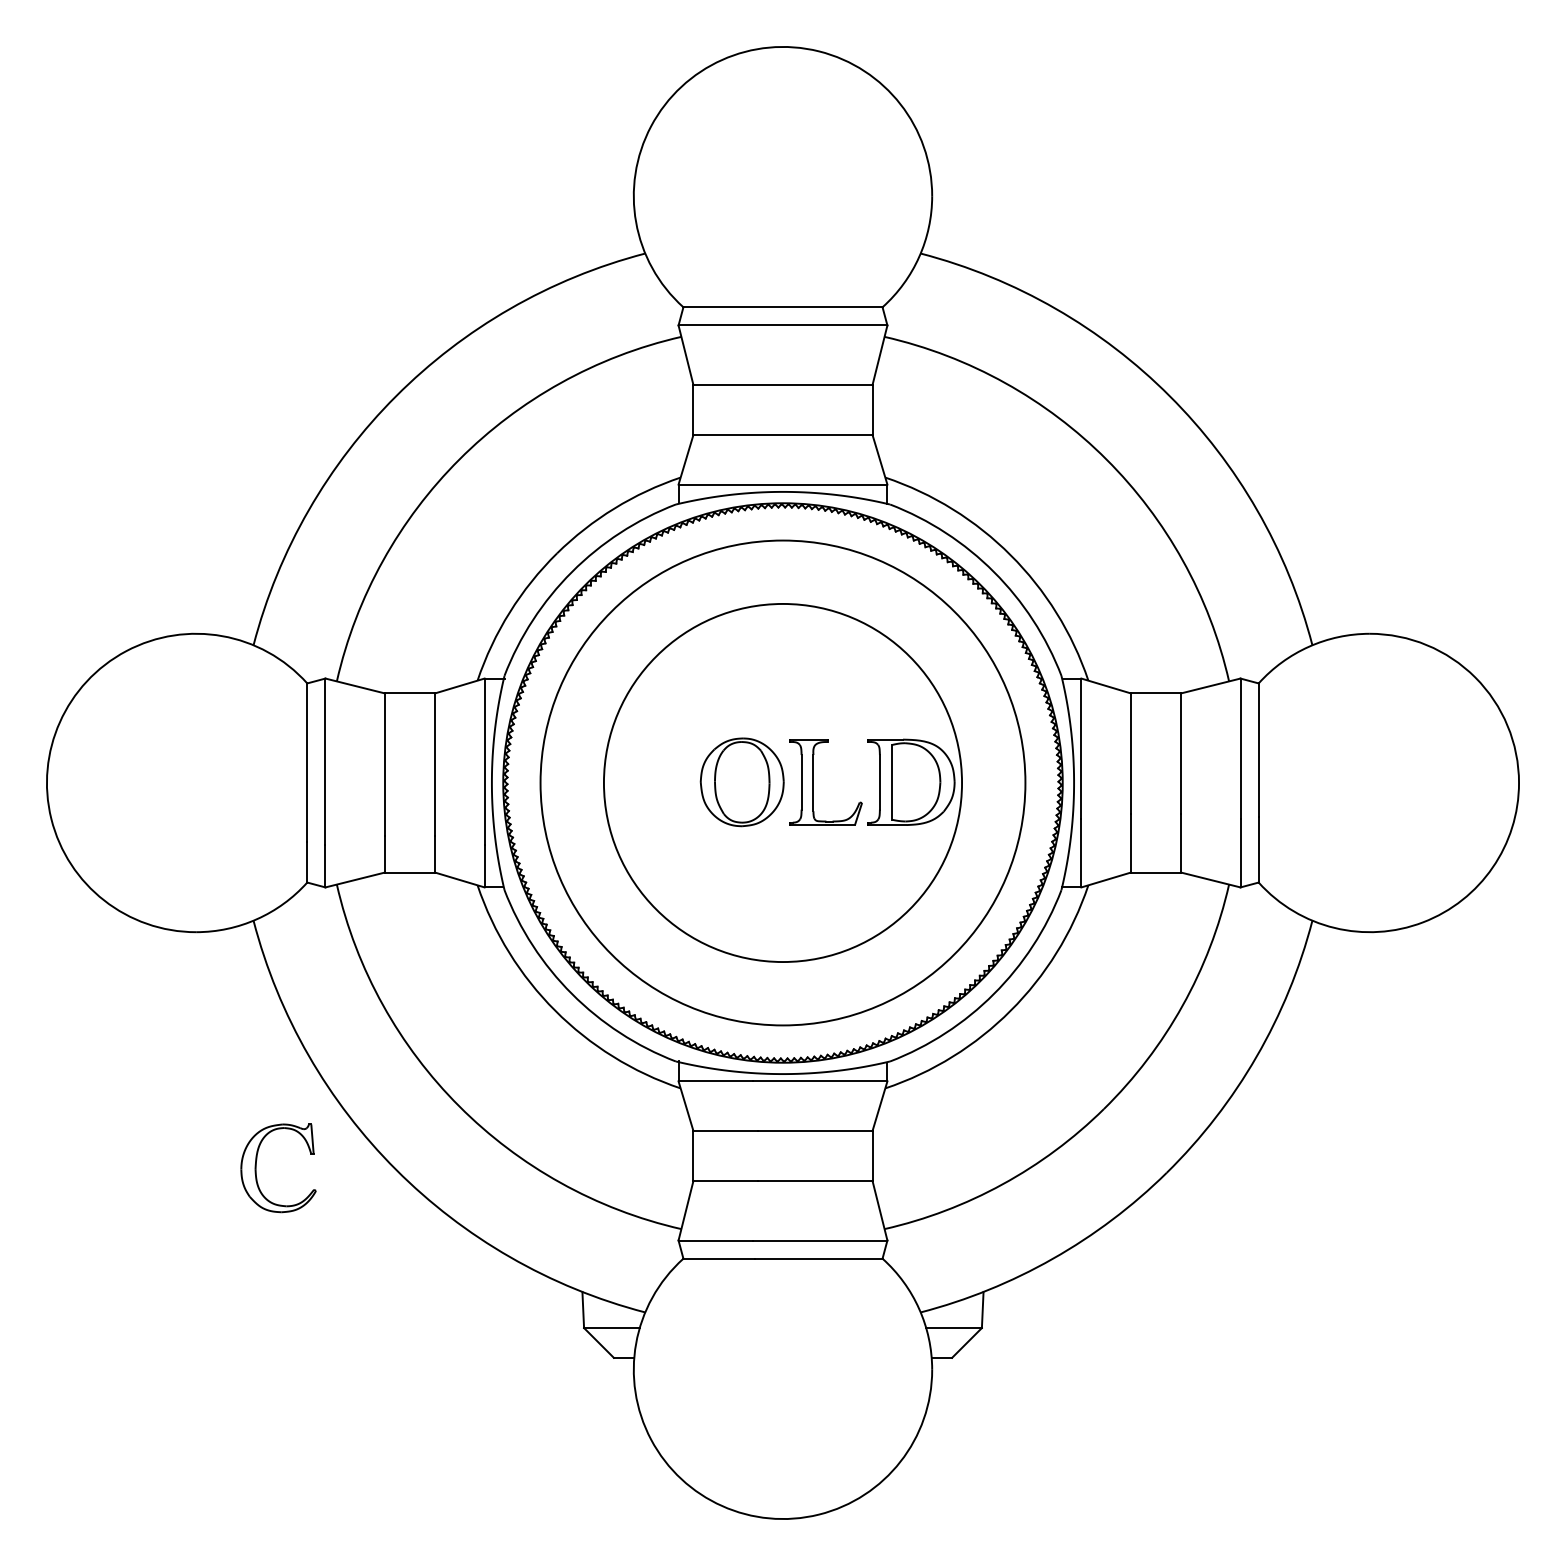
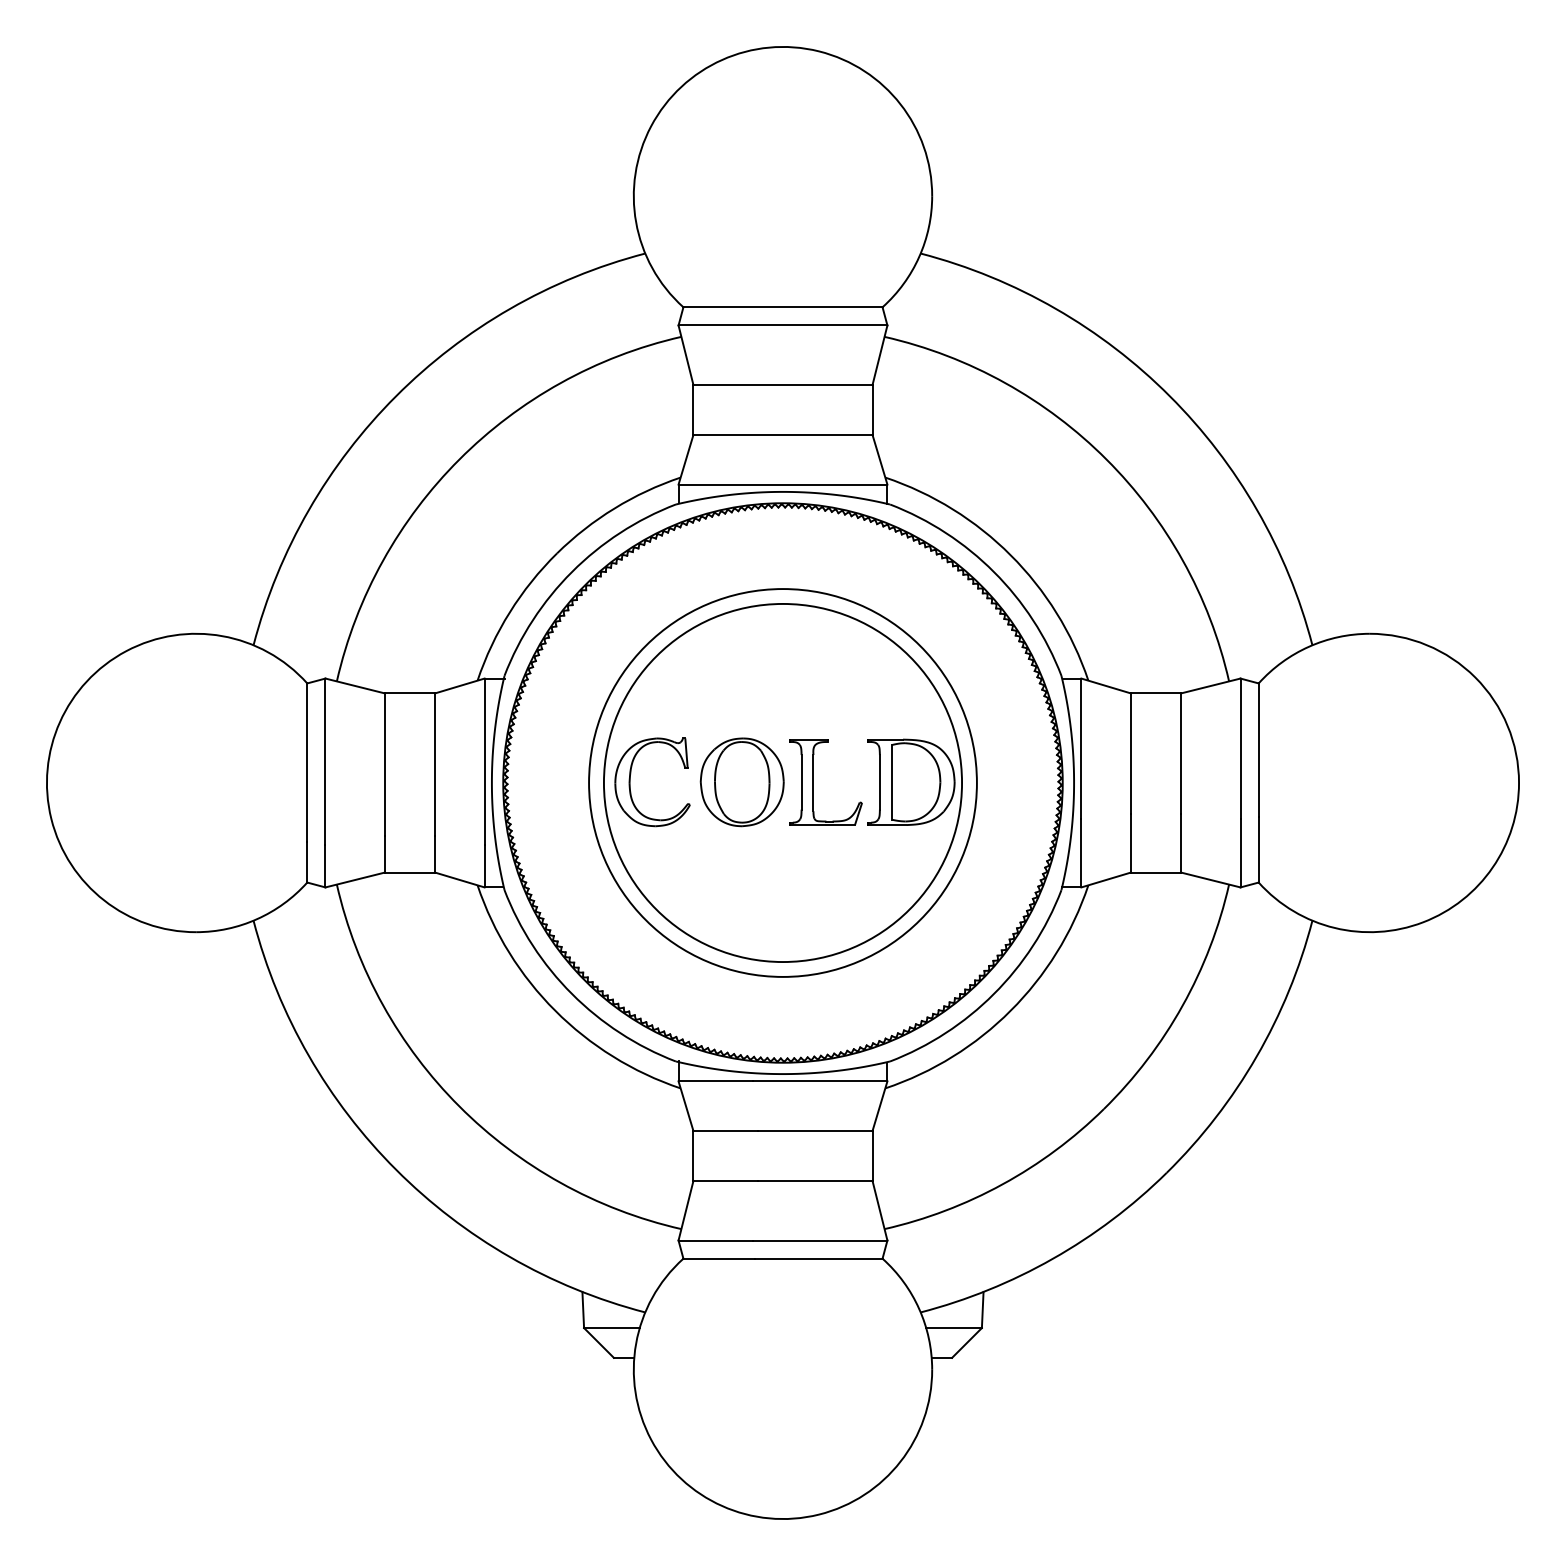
circle at (782, 782) diameter: 485 px -> 388 px
part at (256, 1168) position: (256, 1168) -> (630, 782)
